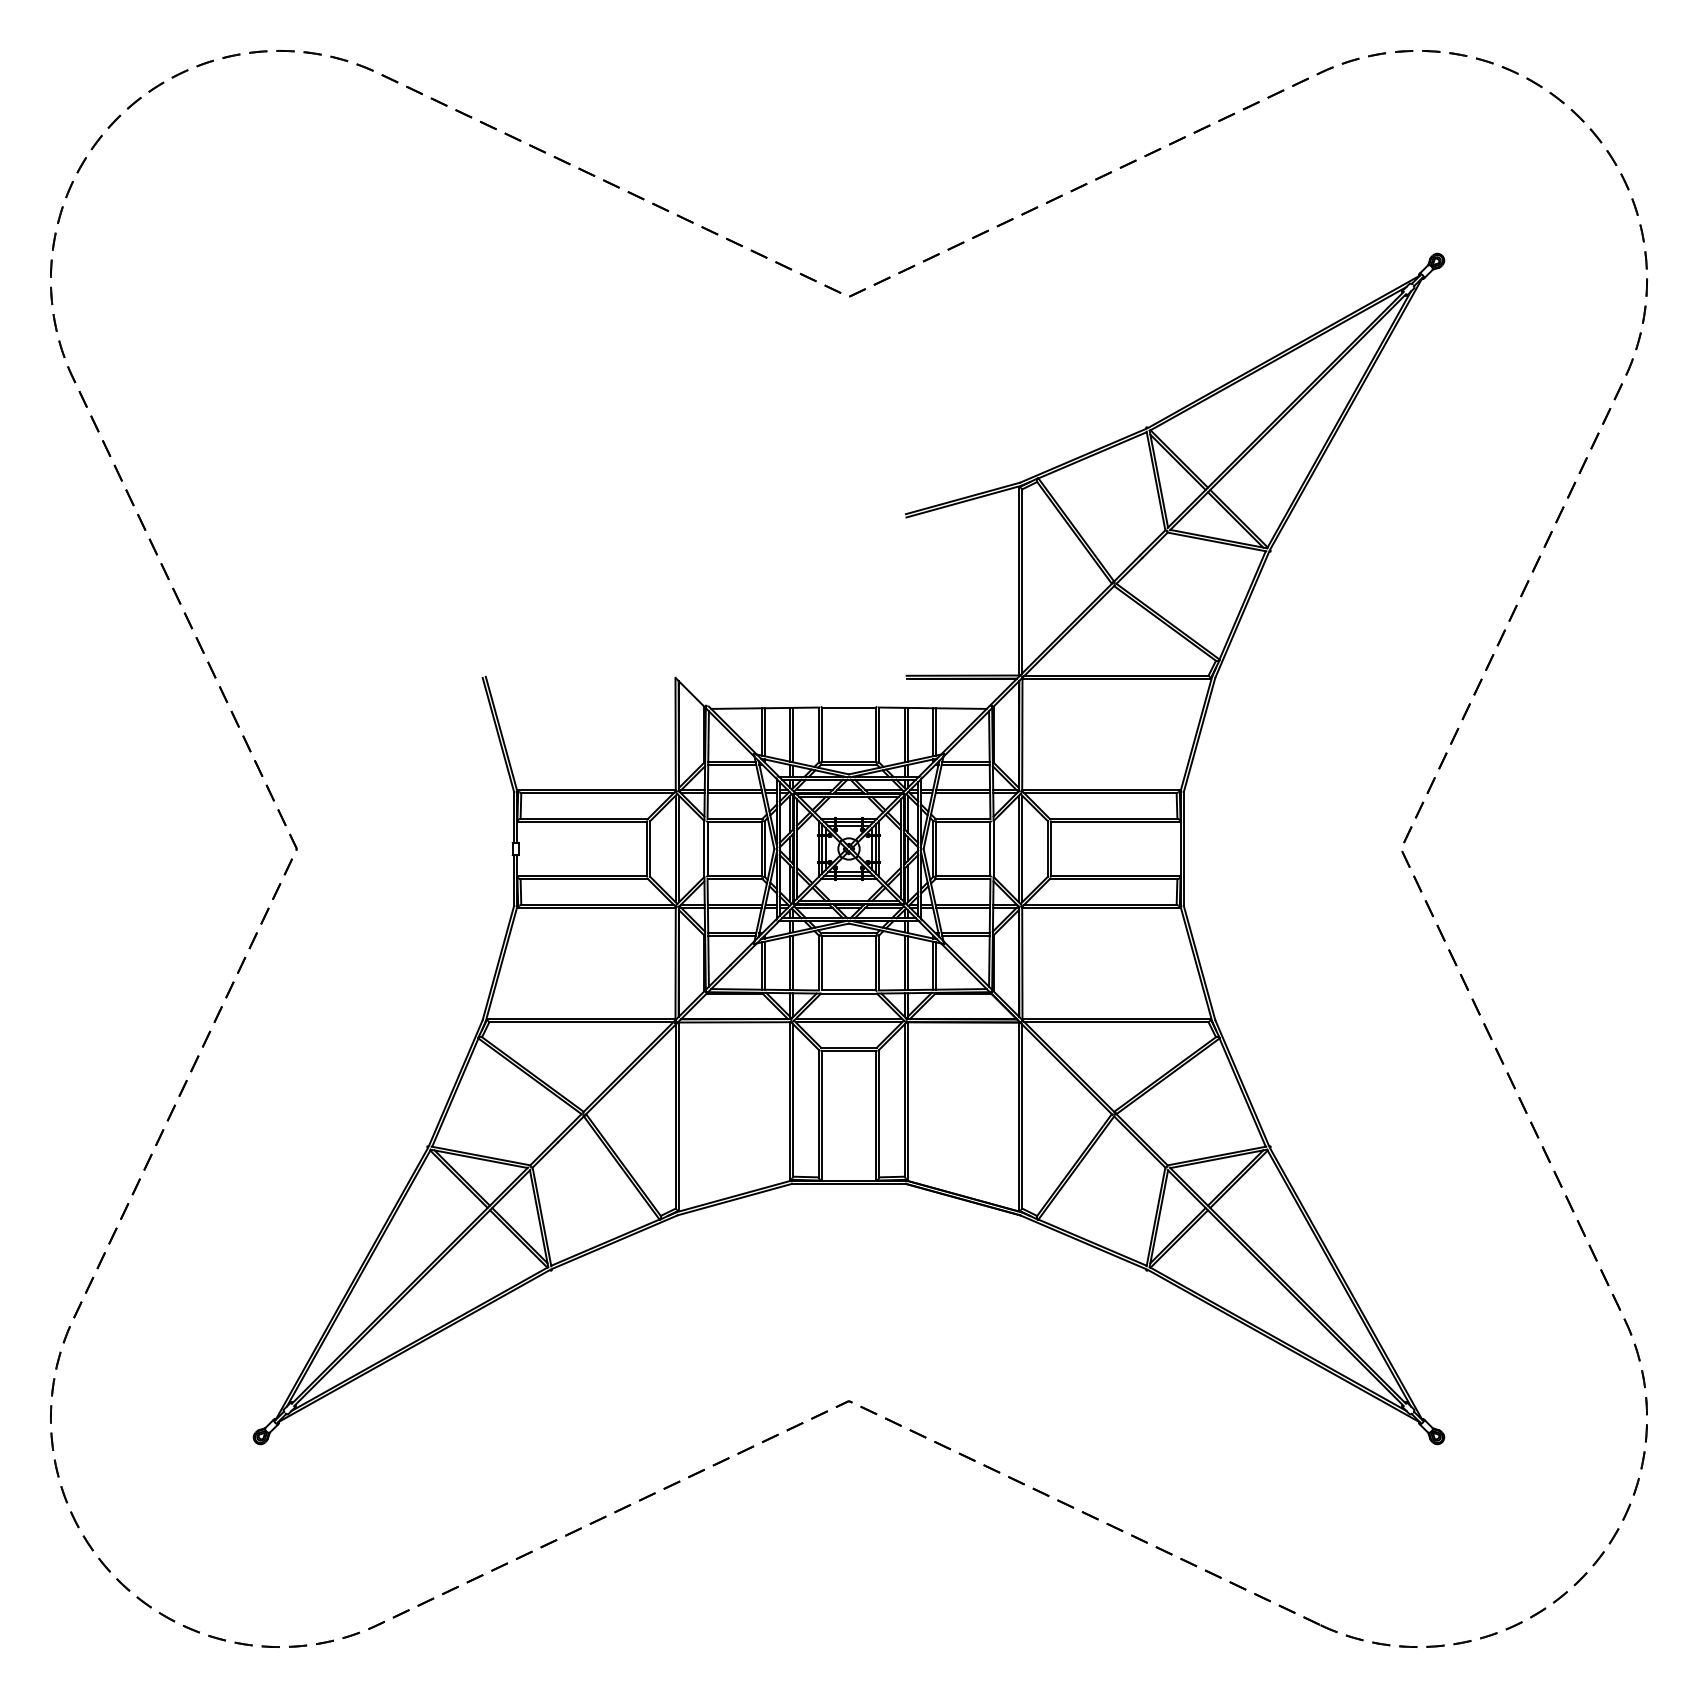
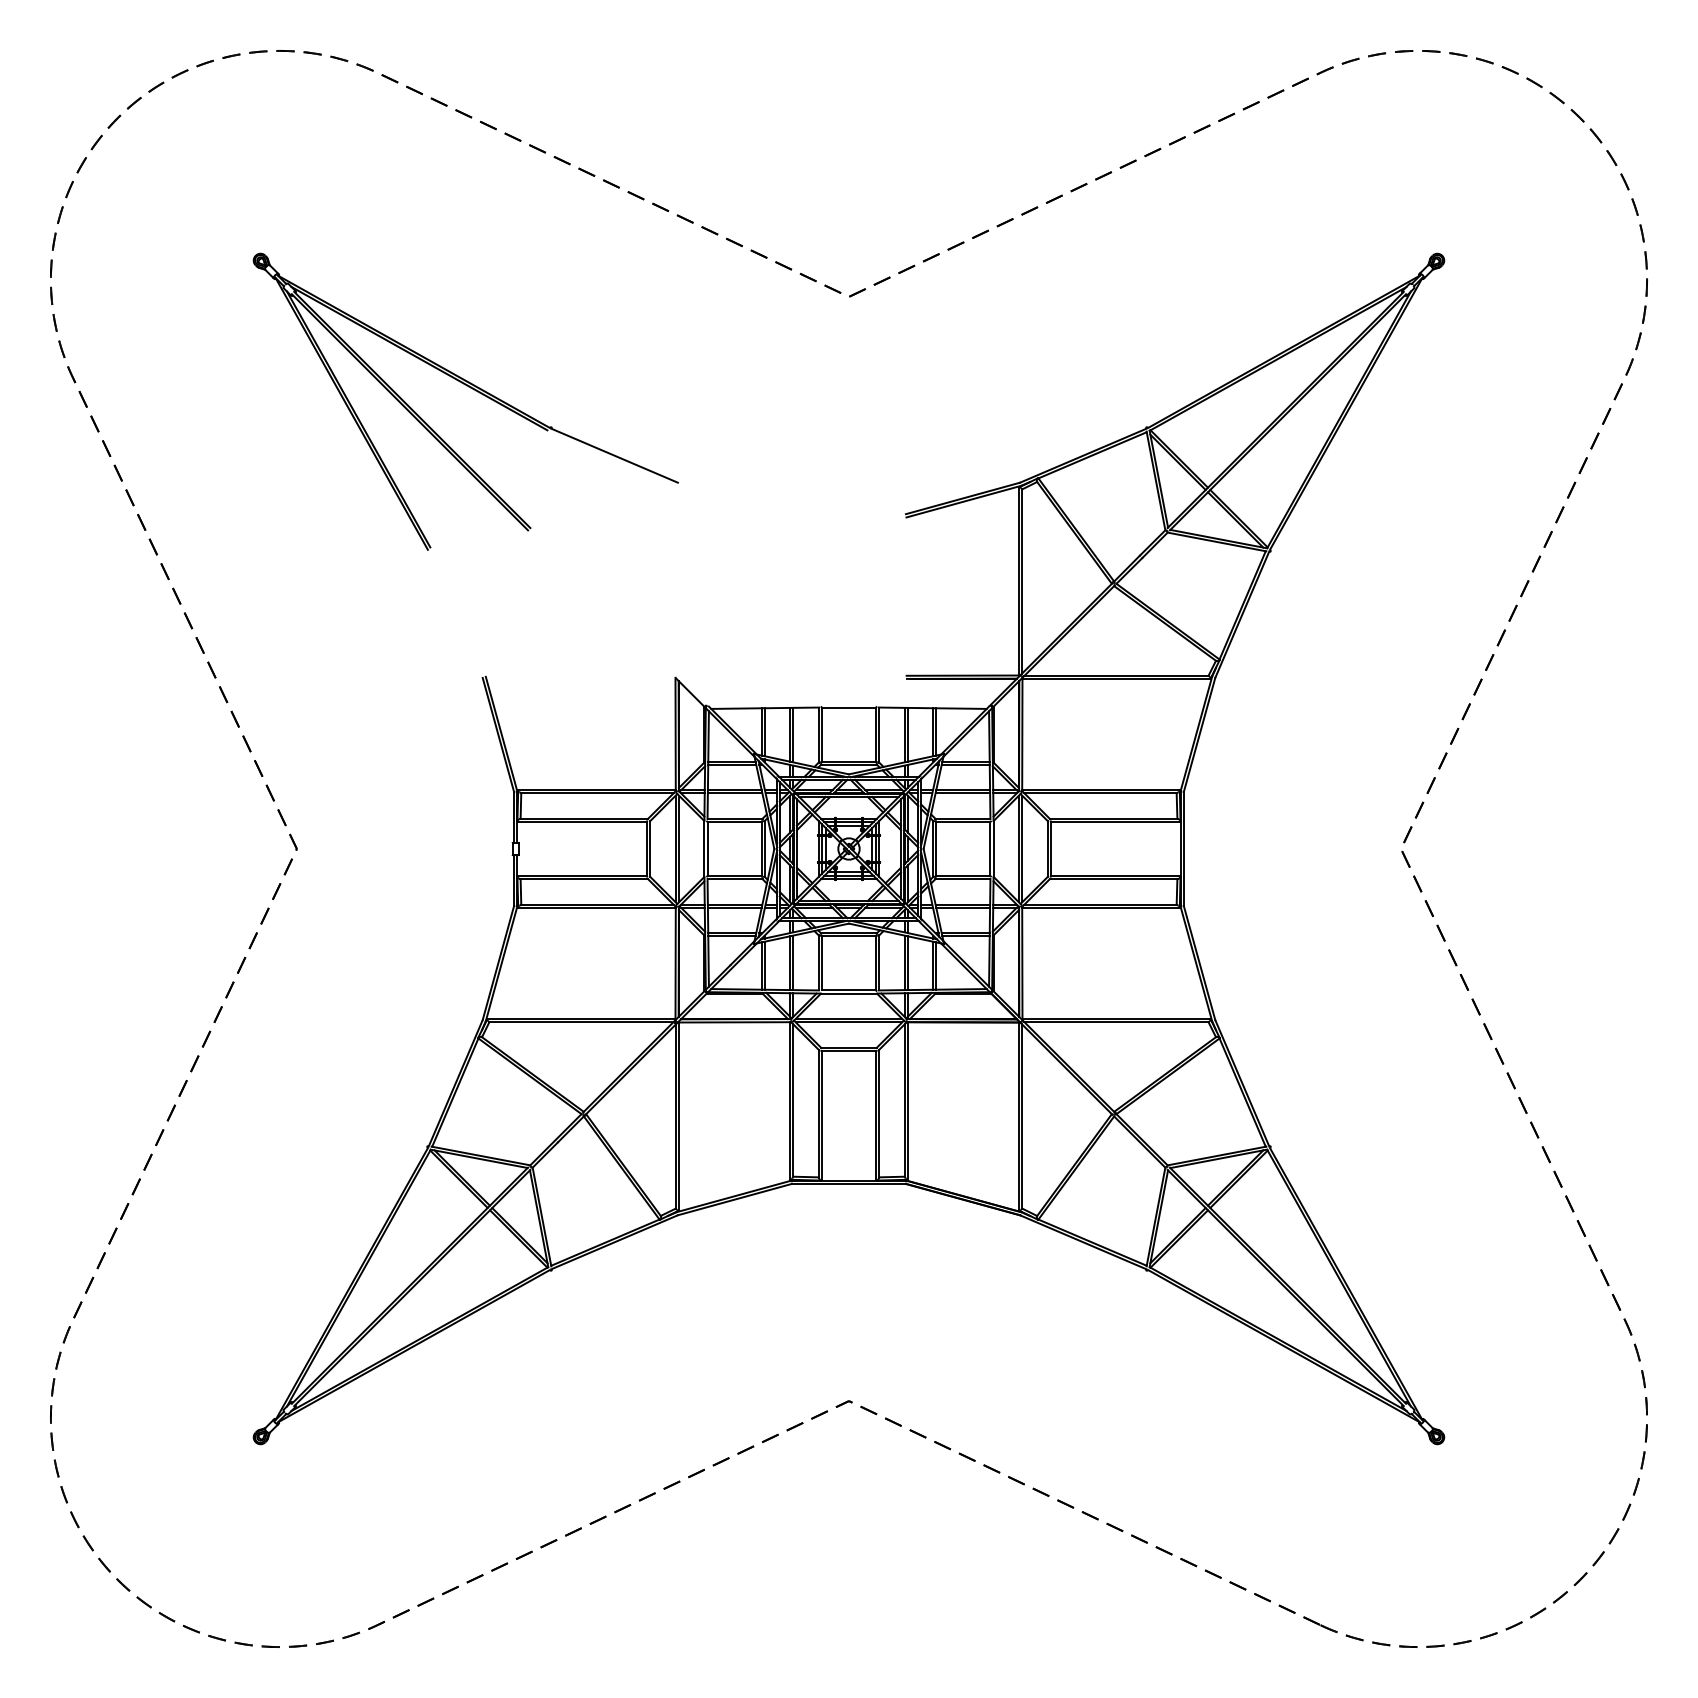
part at (472, 389): none -> present
